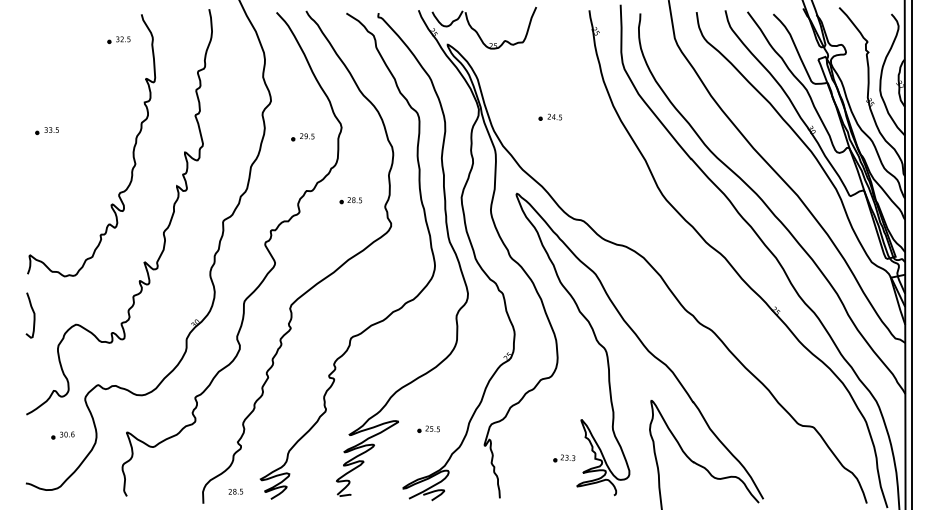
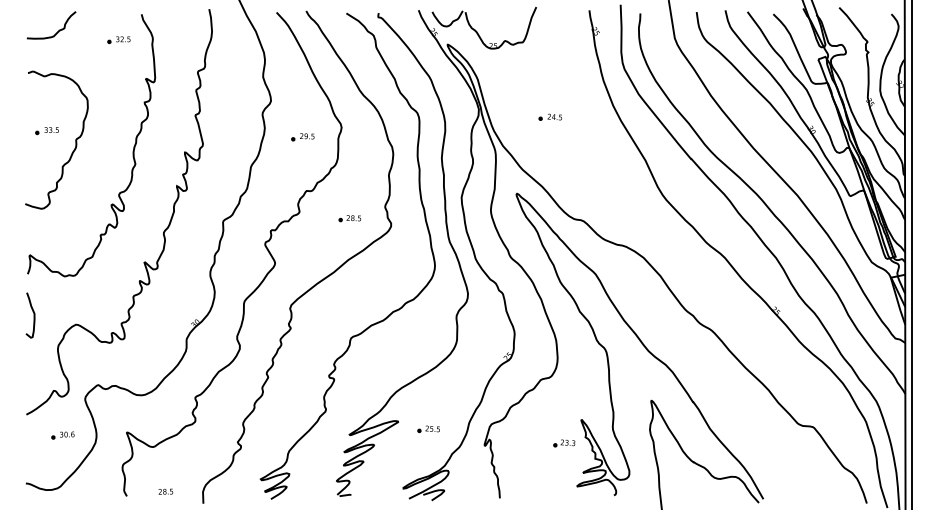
curve at (57, 31): none -> present
curve at (75, 139): none -> present
part at (350, 200) position: (350, 200) -> (349, 218)
part at (564, 458) position: (564, 458) -> (564, 443)
text at (235, 491) position: (235, 491) -> (165, 491)
